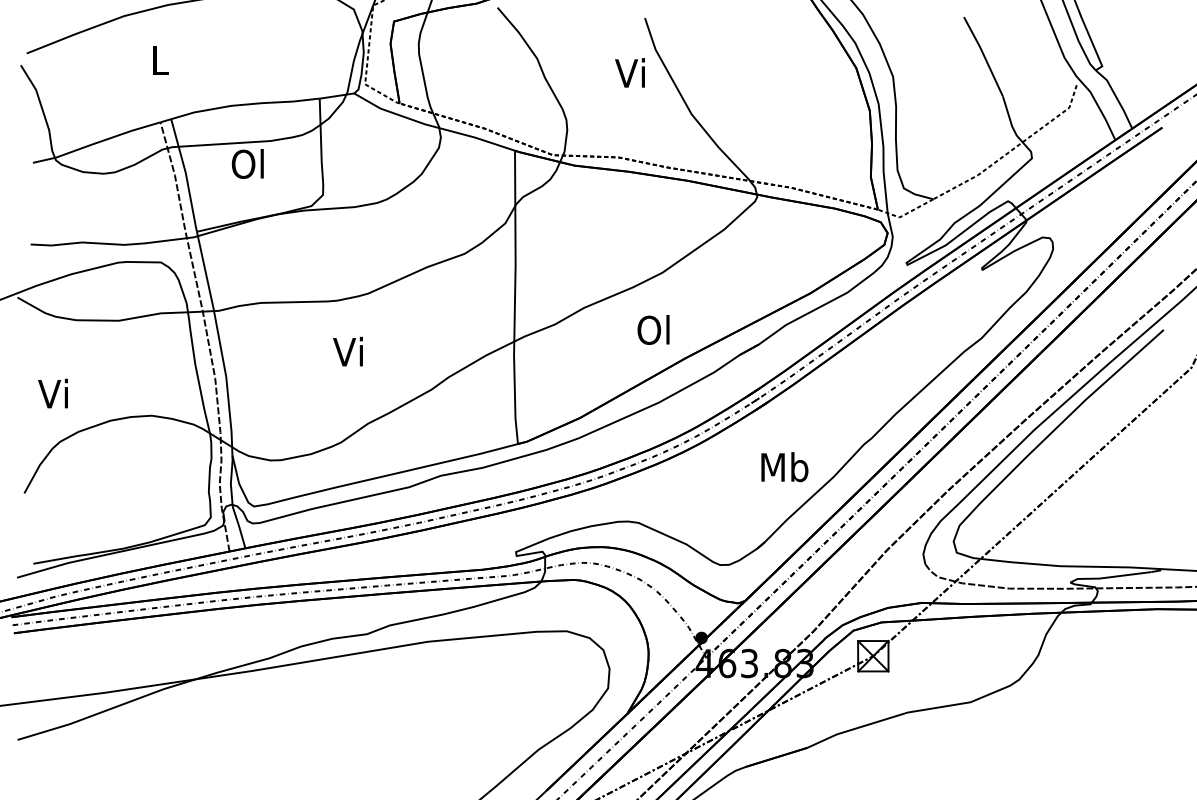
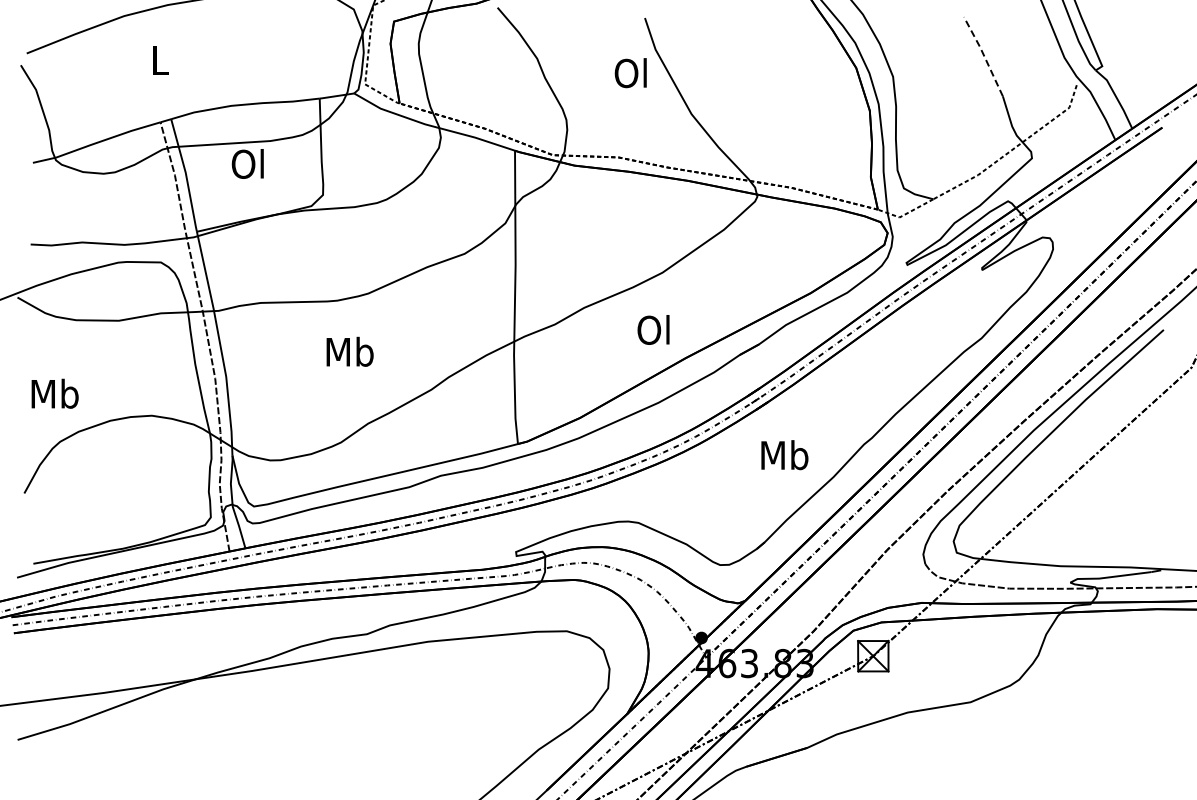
line at (984, 56): solid -> dashed
text at (630, 73): Vi -> Ol
text at (349, 351): Vi -> Mb
text at (54, 393): Vi -> Mb
text at (784, 467) position: (784, 467) -> (784, 455)
